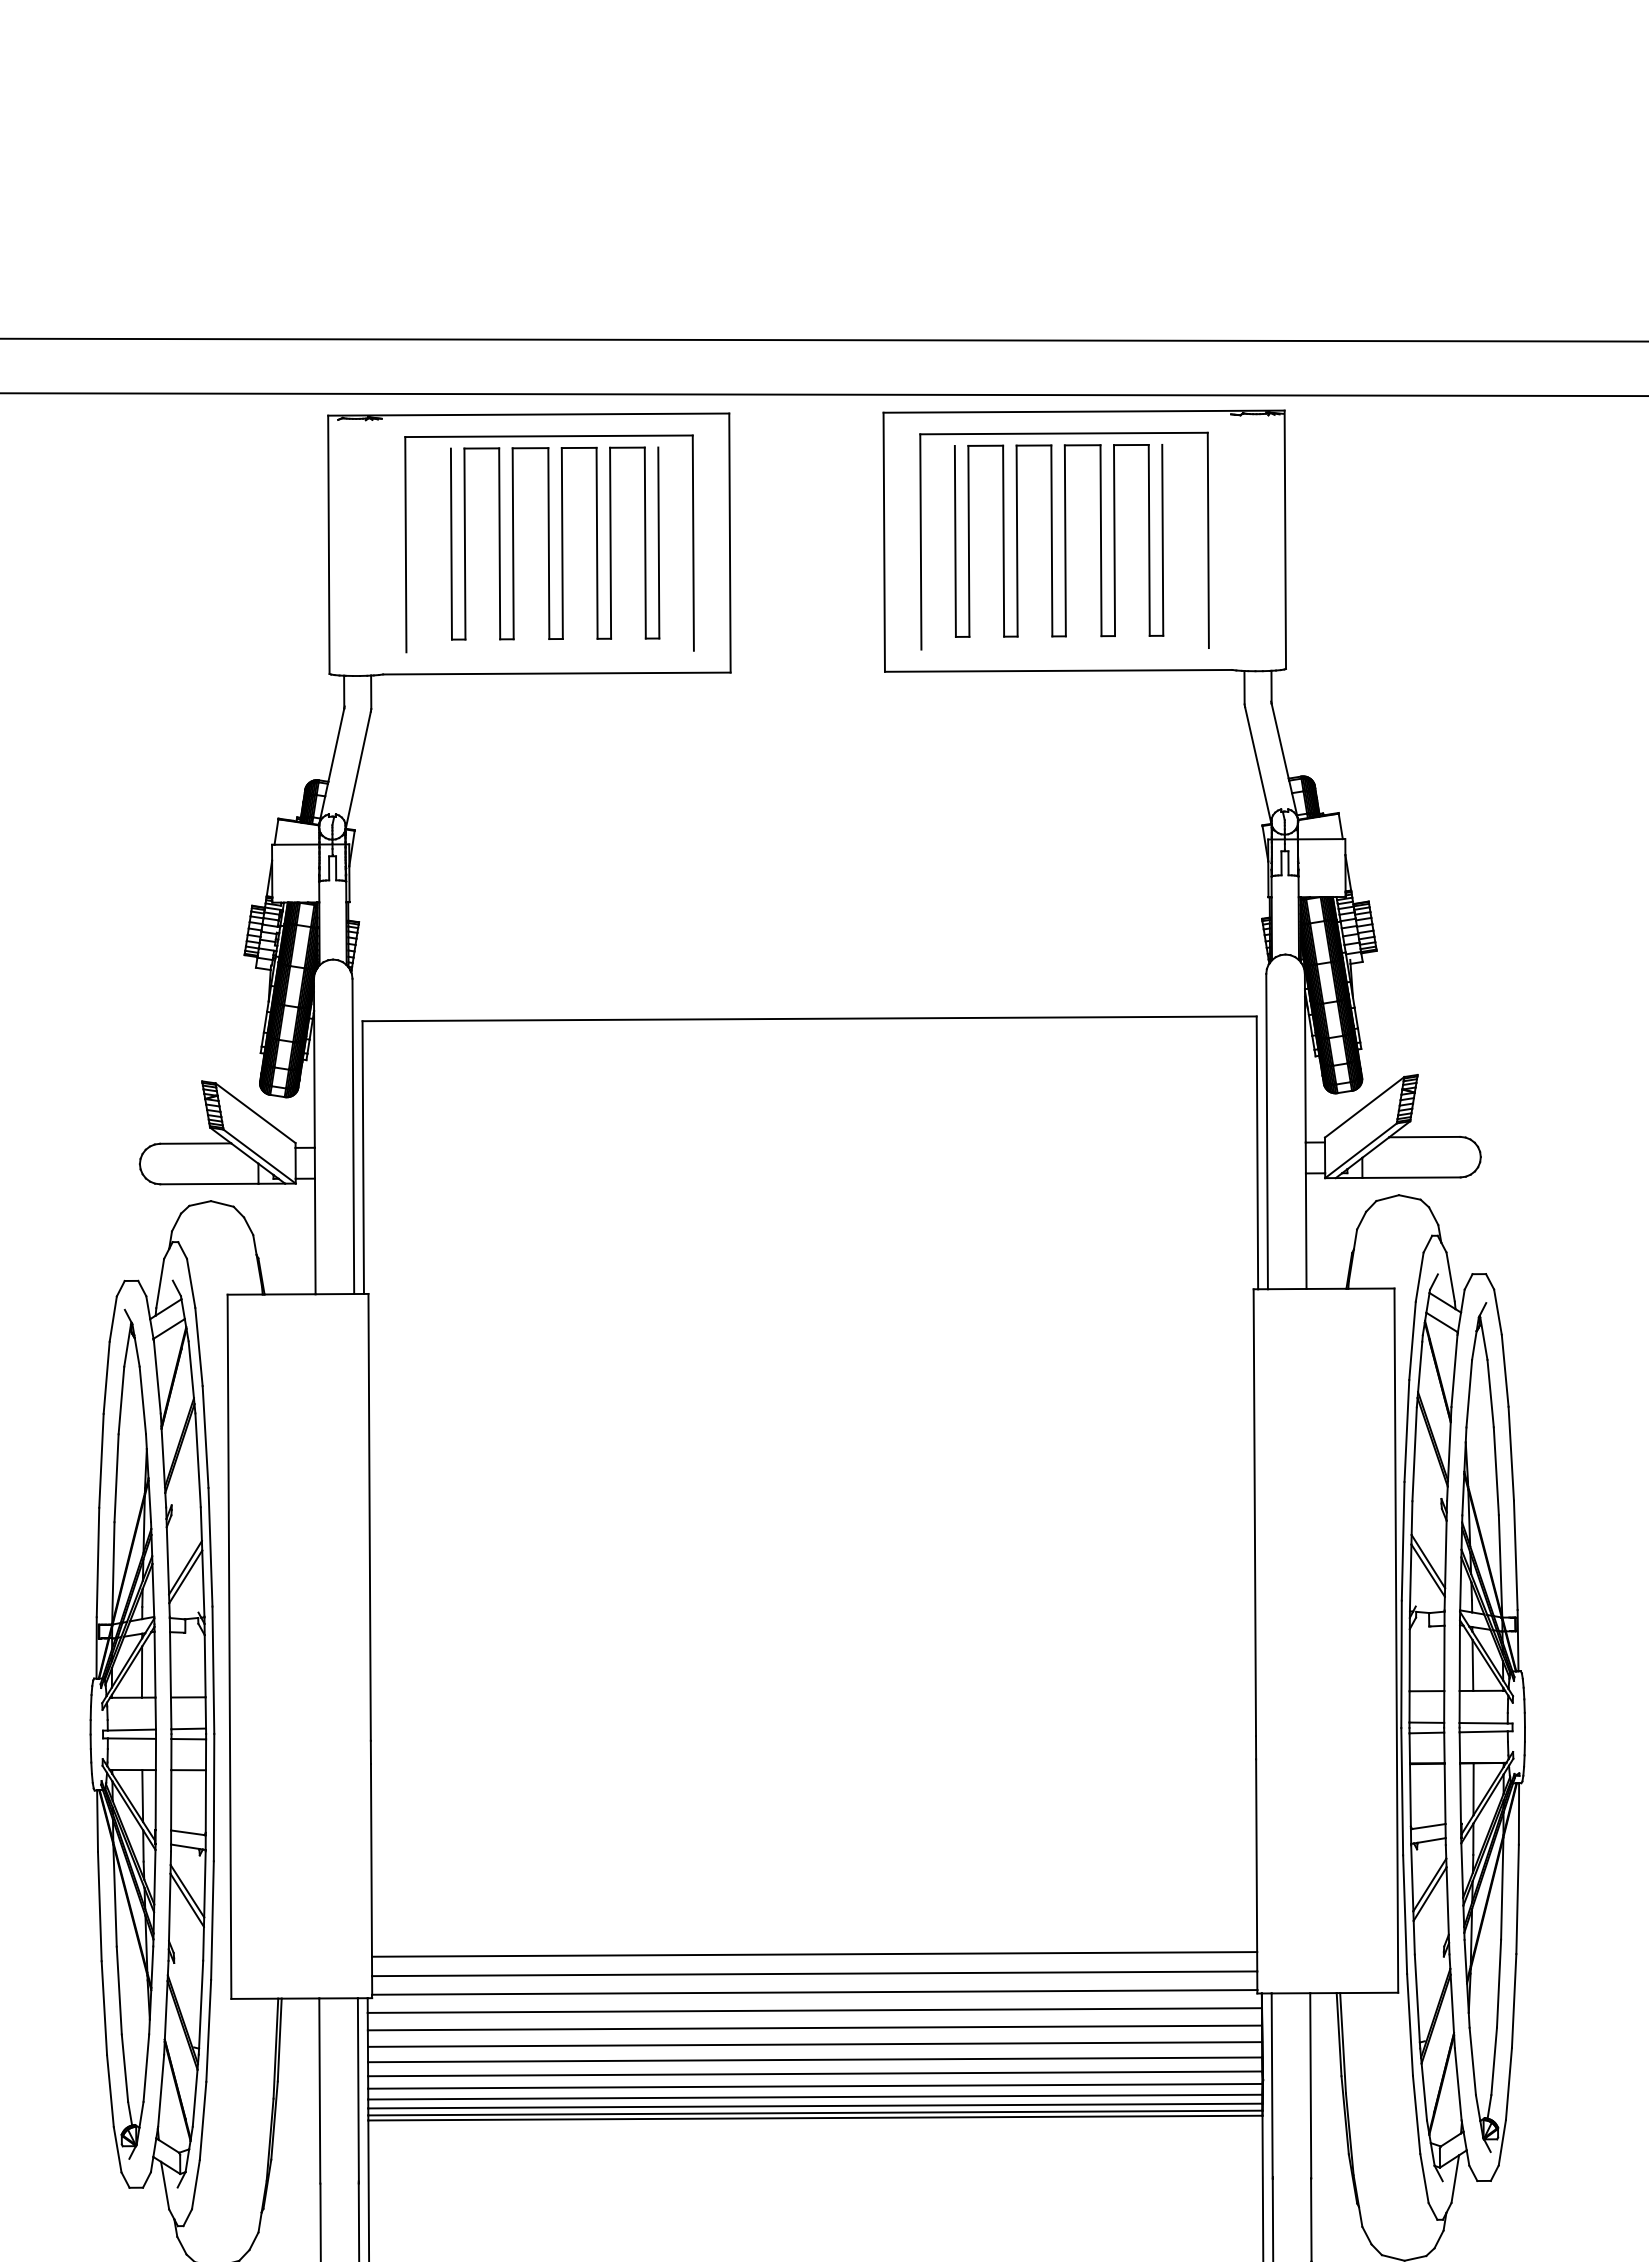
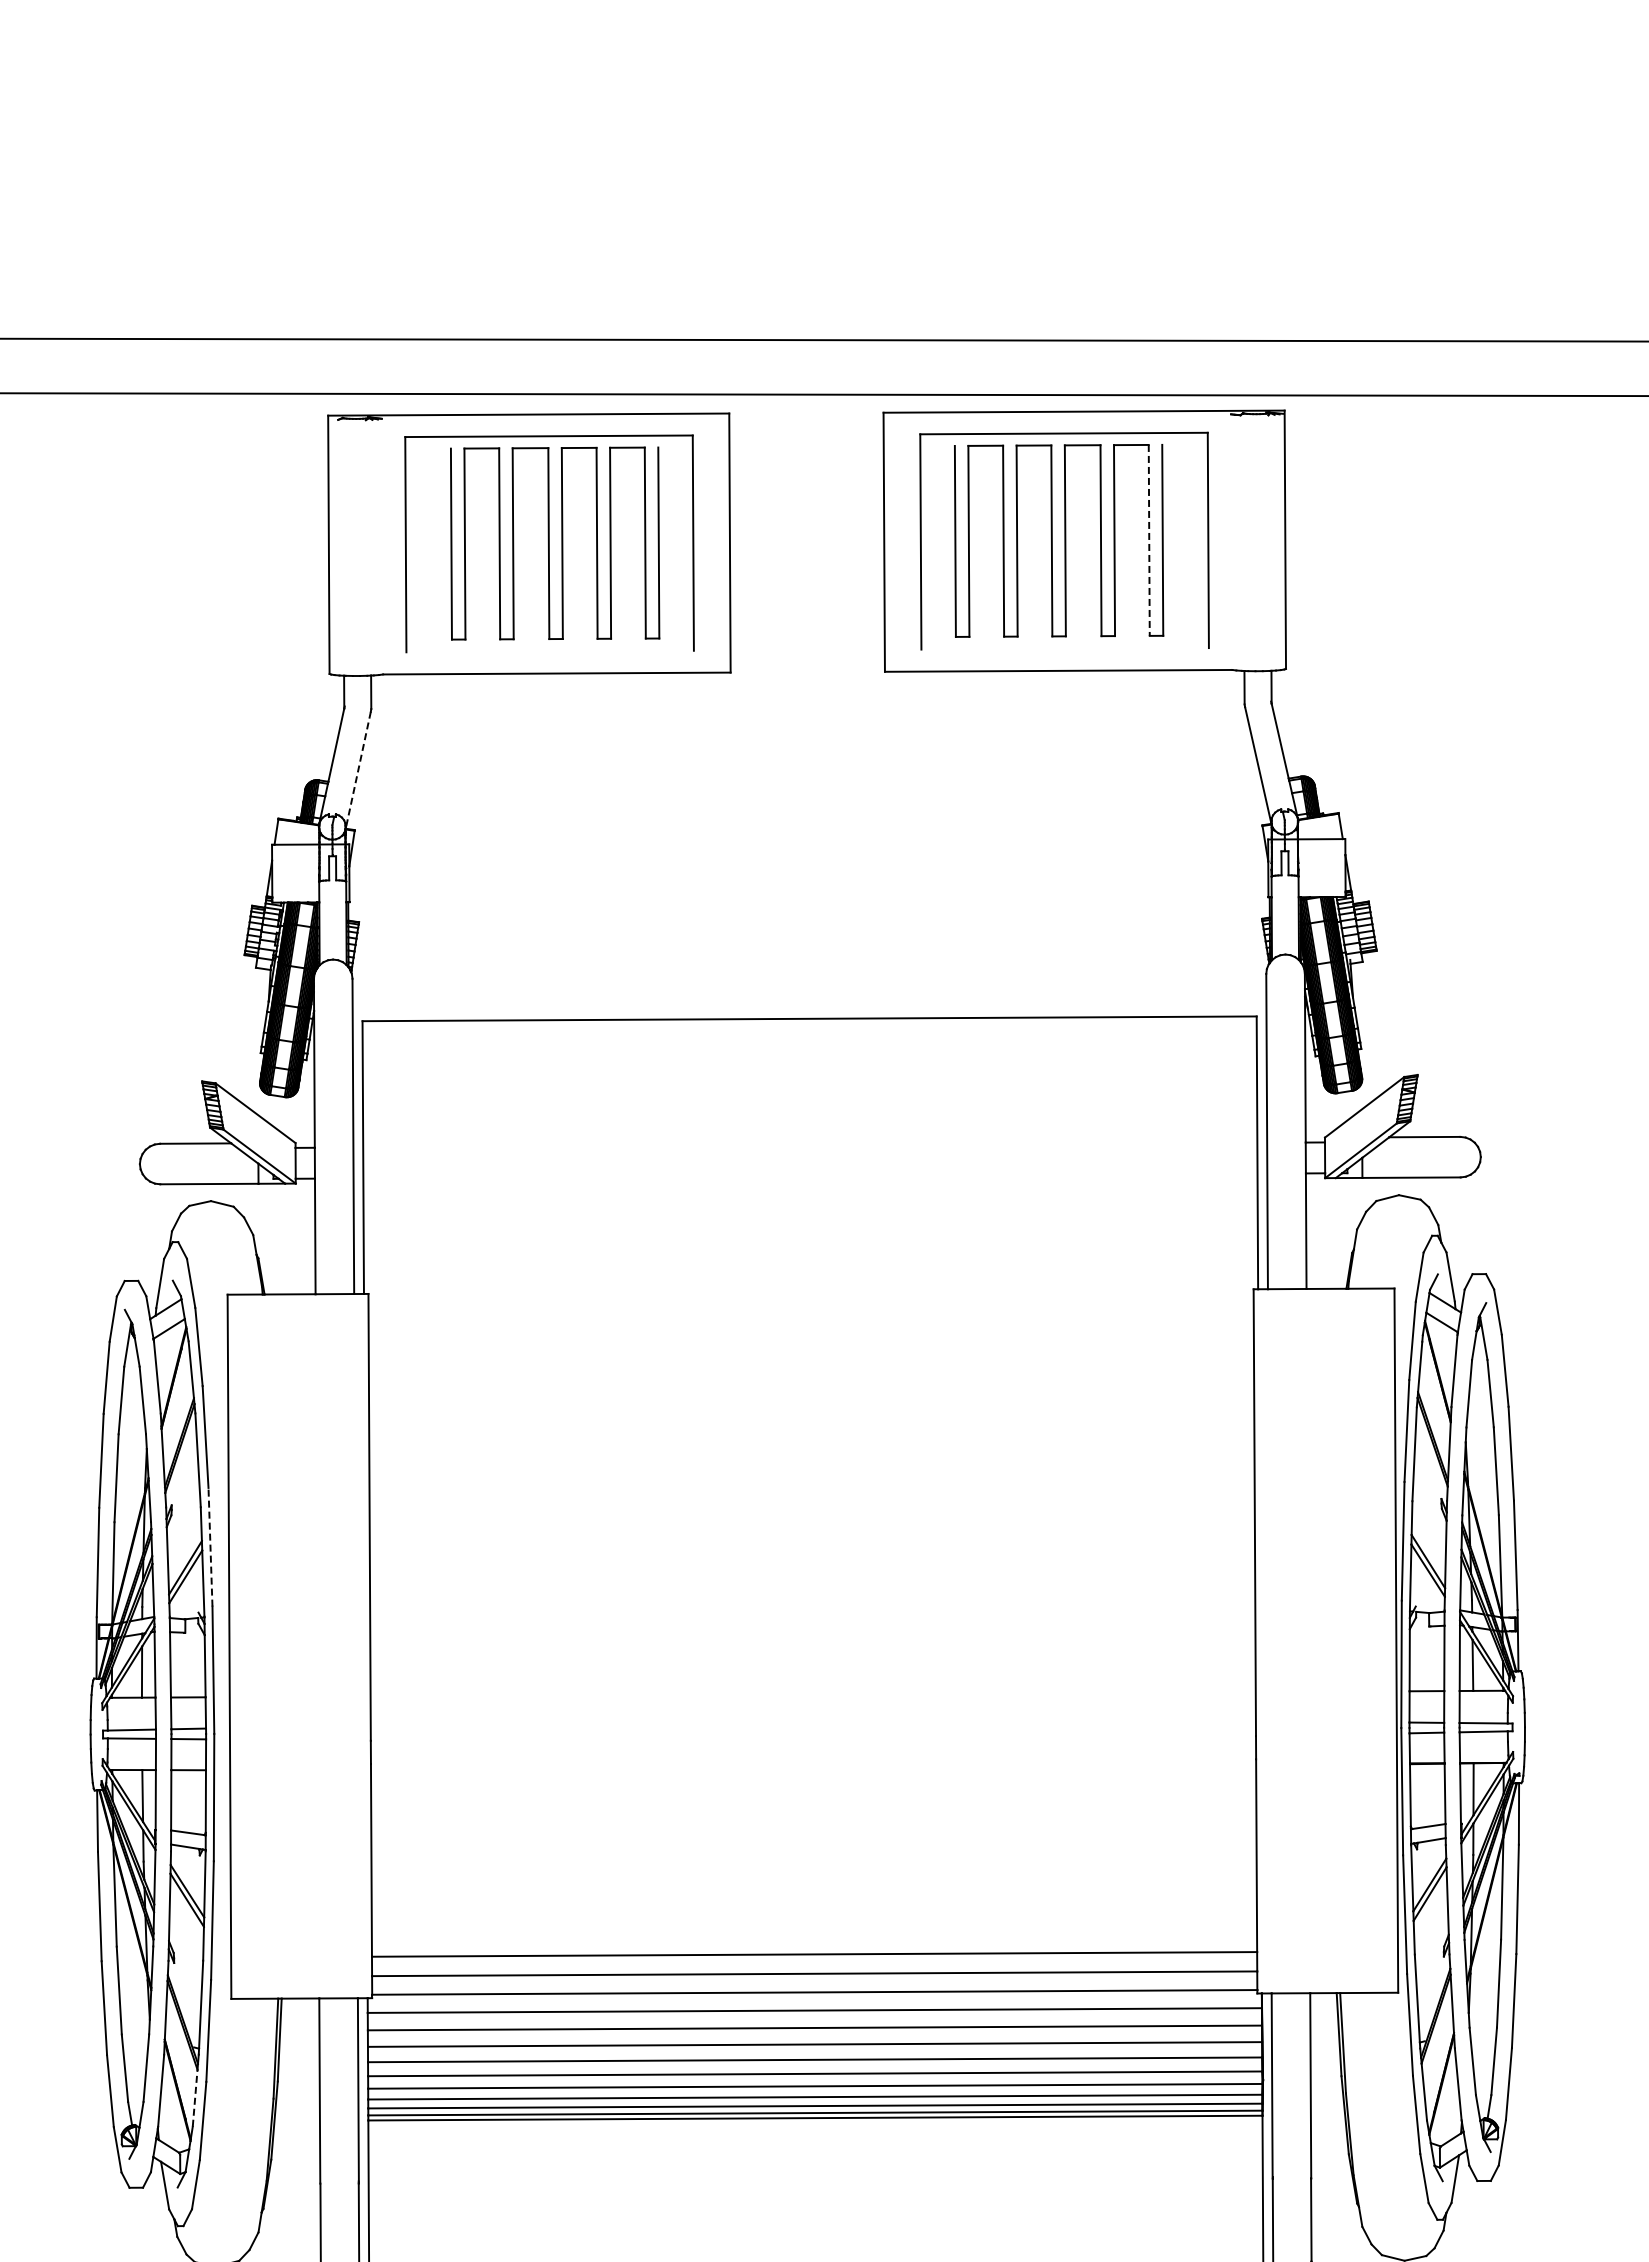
line at (1149, 540): solid -> dashed
line at (358, 770): solid -> dashed
line at (210, 1546): solid -> dashed
line at (195, 2098): solid -> dashed
